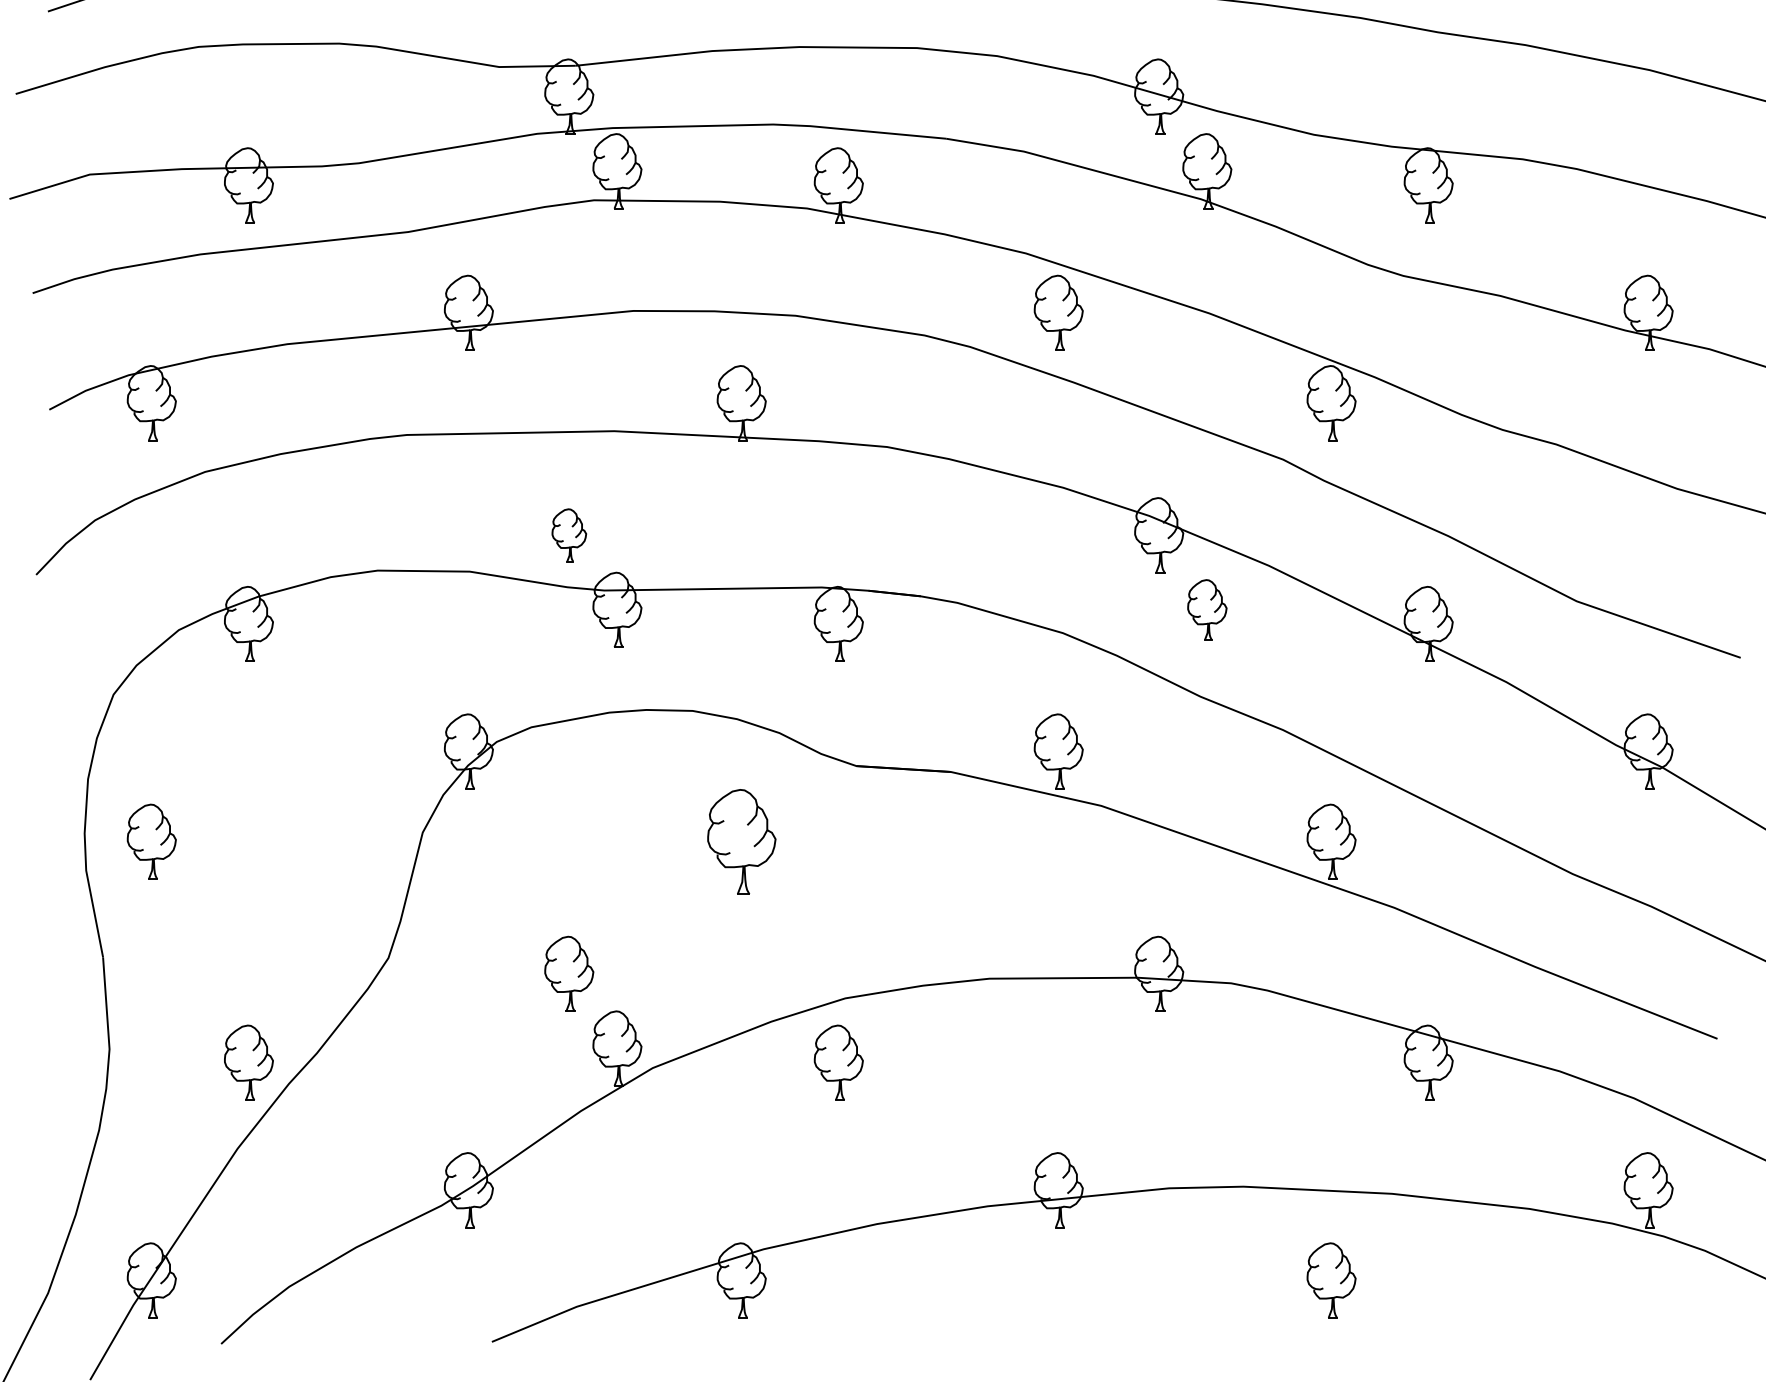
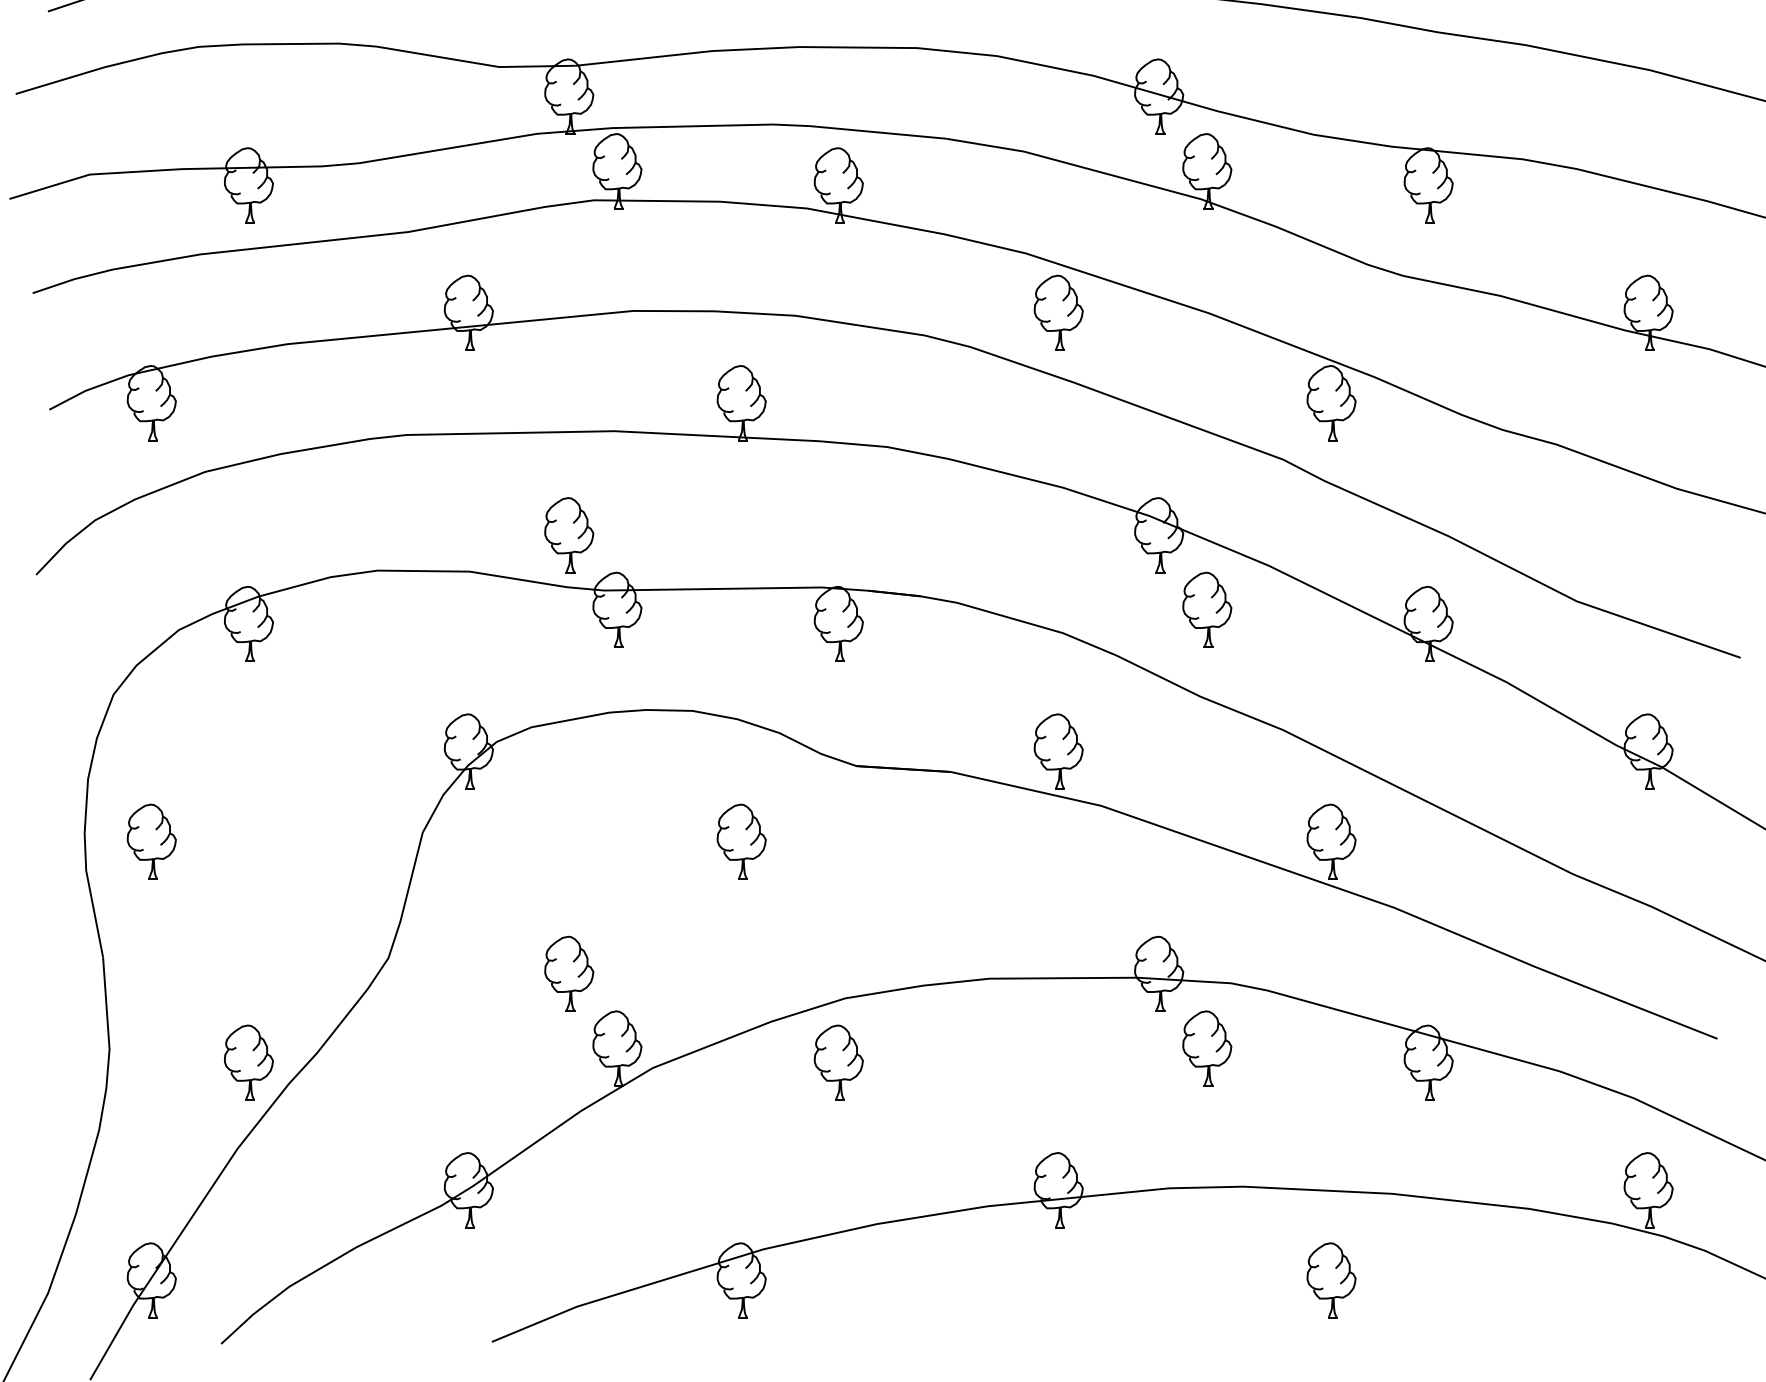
part at (569, 535) size: 37x55 px -> 51x77 px
part at (1207, 609) size: 41x62 px -> 51x77 px
part at (741, 841) size: 70x106 px -> 51x77 px
part at (1207, 1048): none -> present
